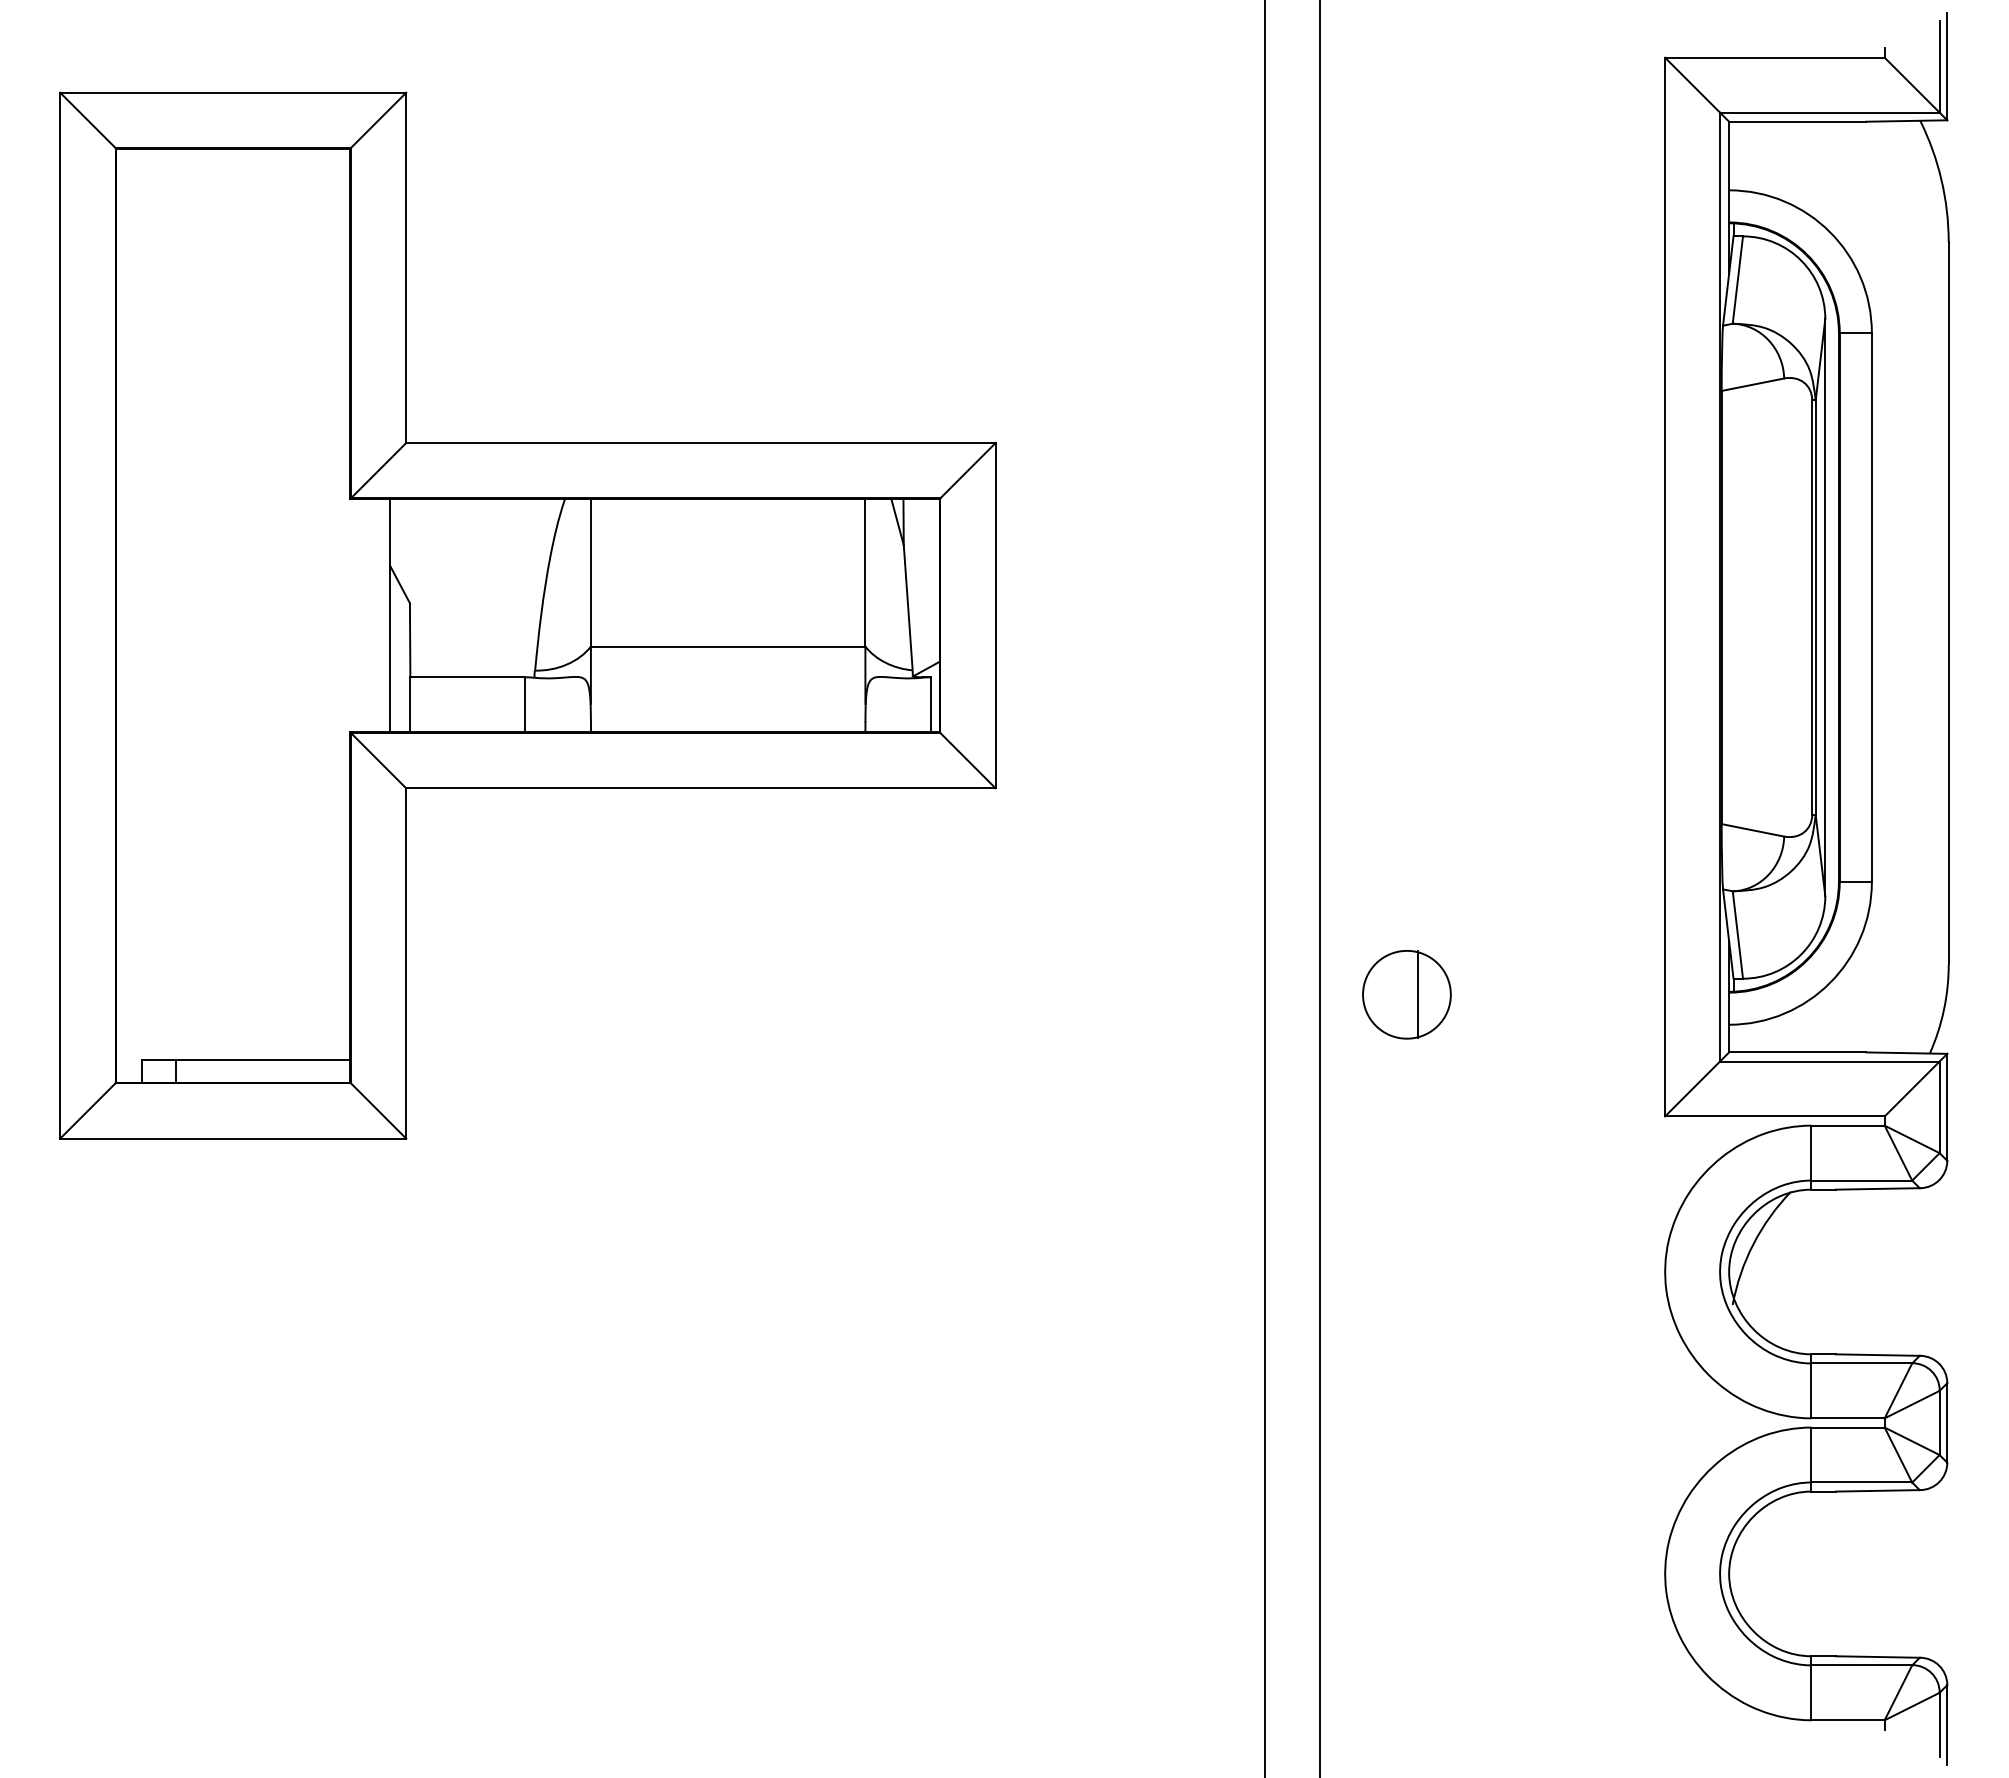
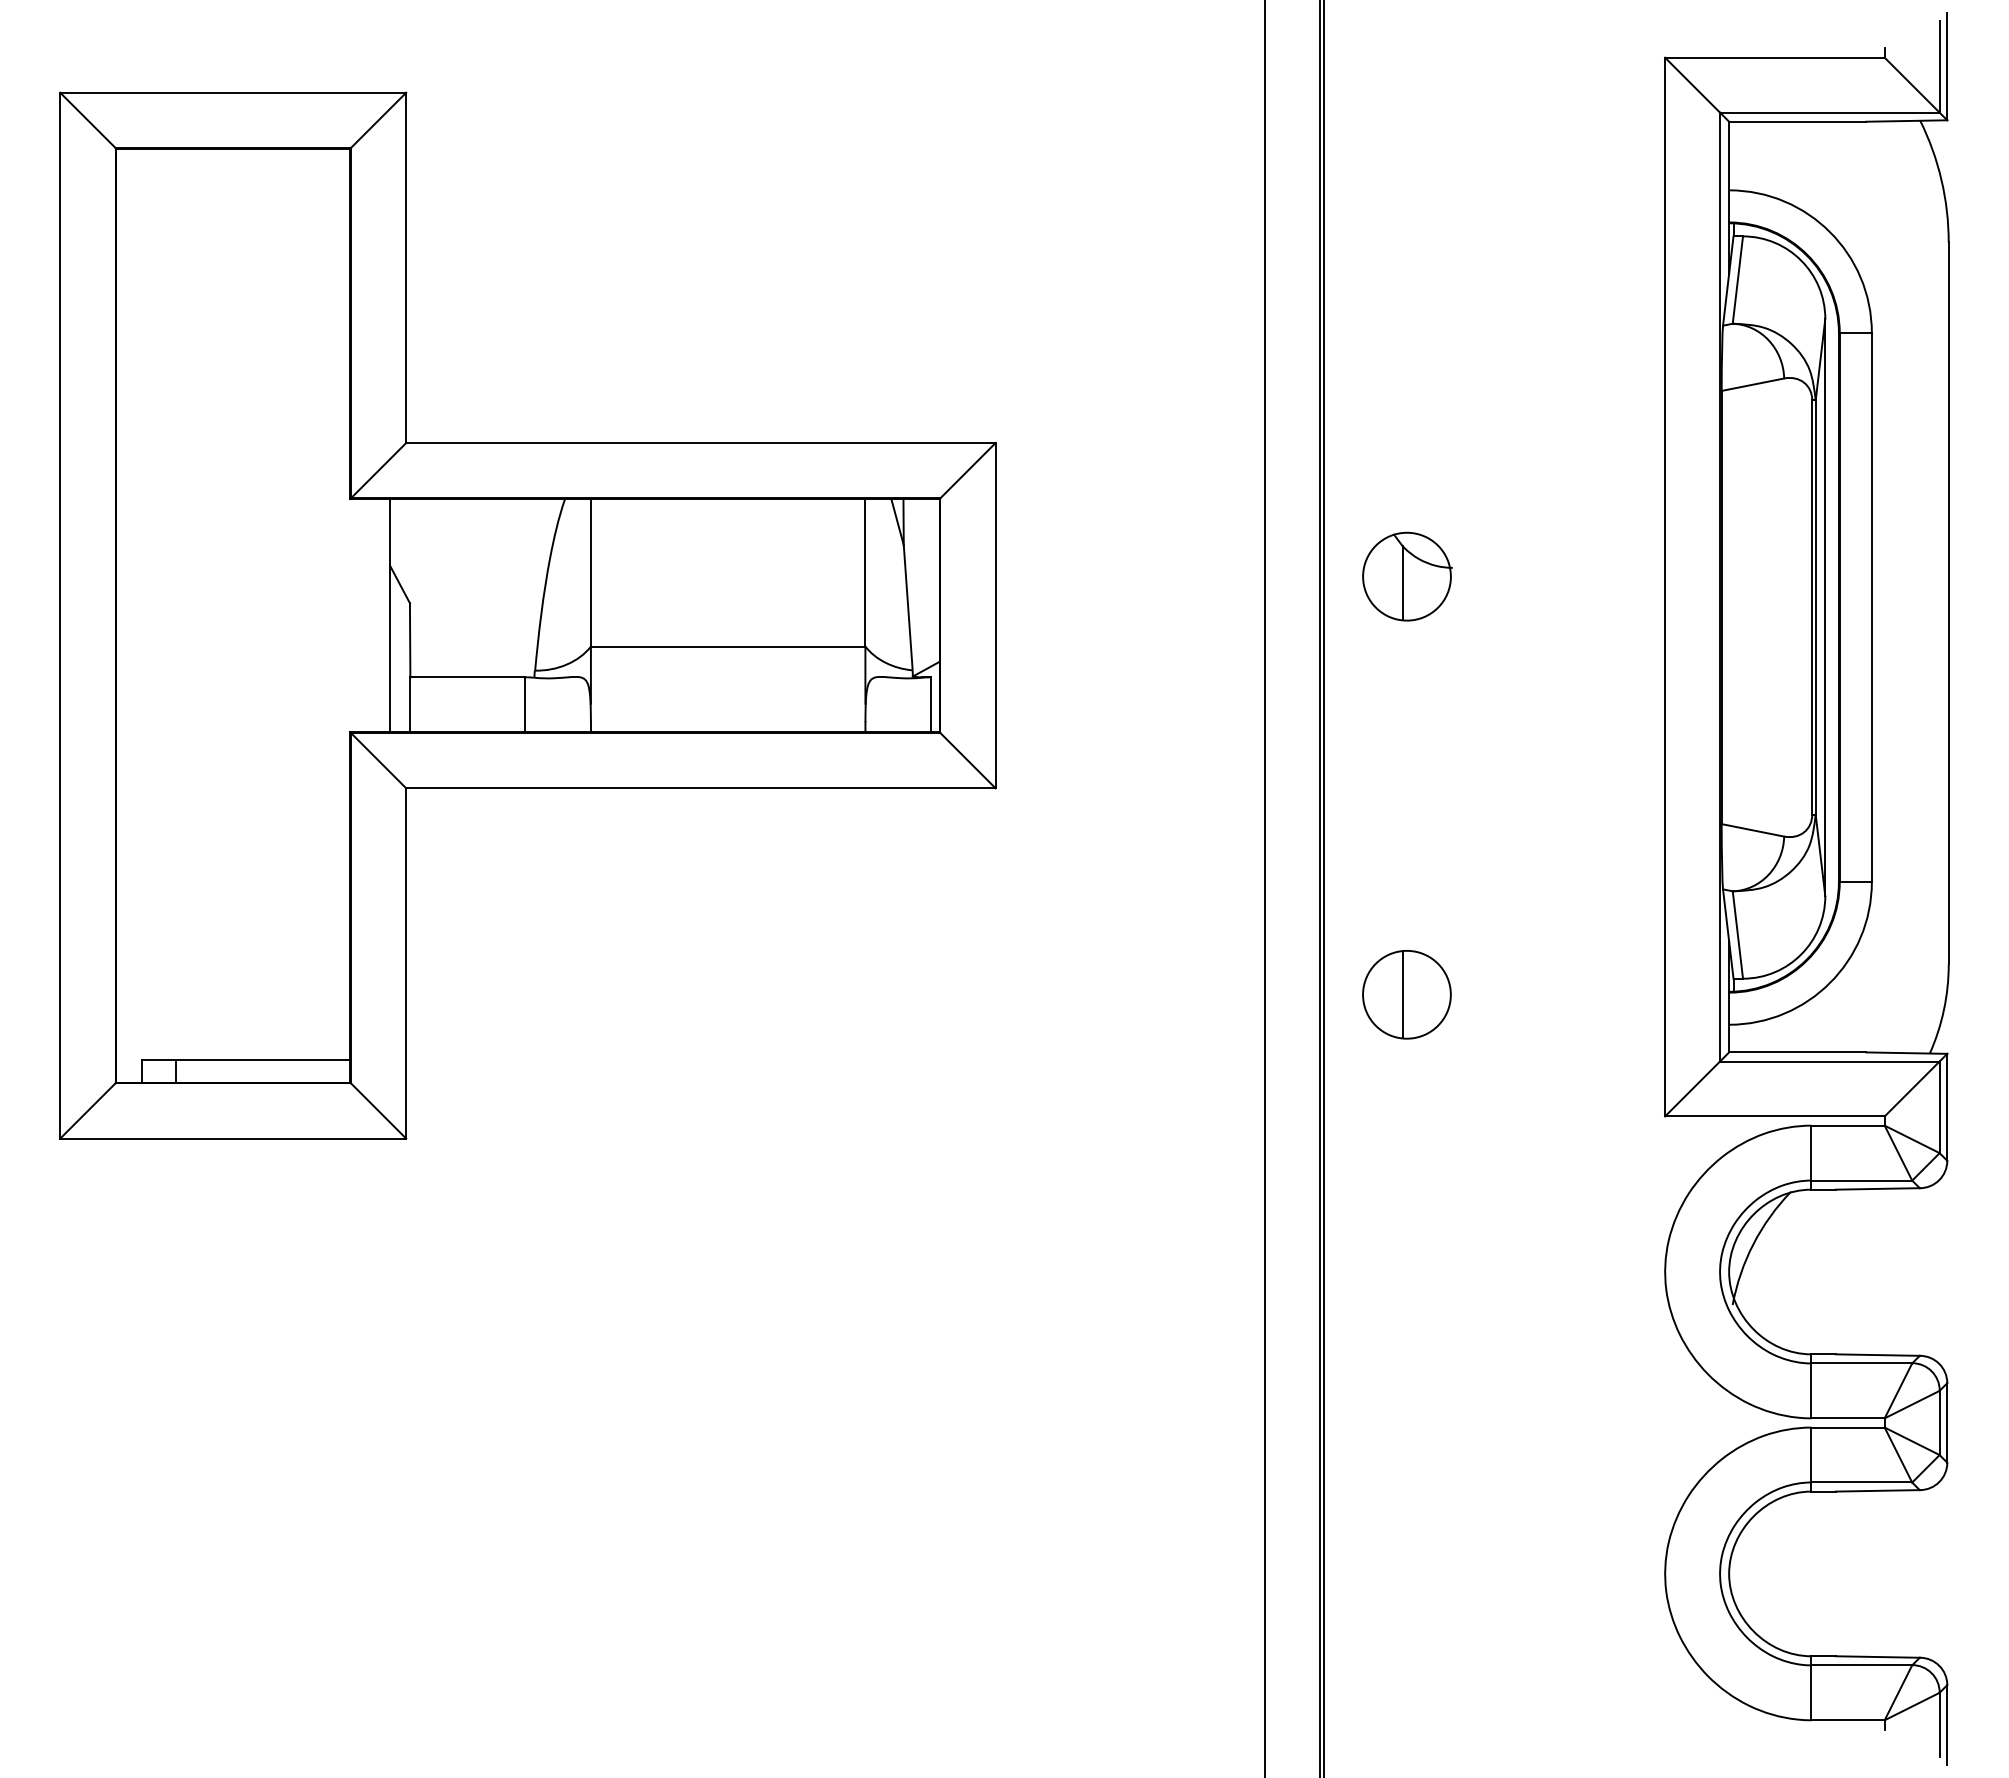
part at (1407, 576): none -> present
line at (1324, 888): none -> present
line at (1417, 994) position: (1417, 994) -> (1402, 994)
